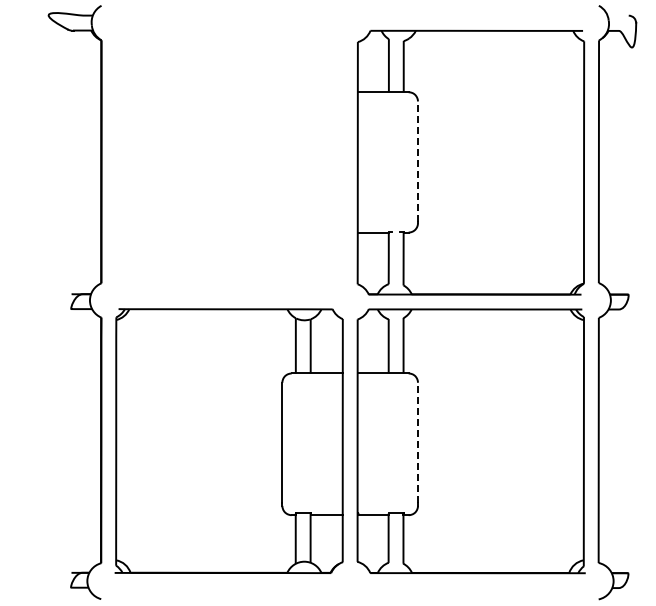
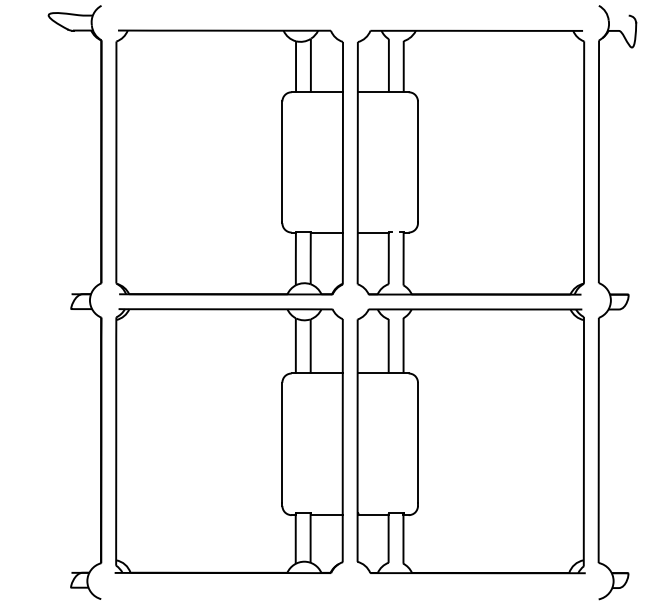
line at (417, 161): dashed -> solid
part at (229, 162): none -> present
line at (417, 442): dashed -> solid
